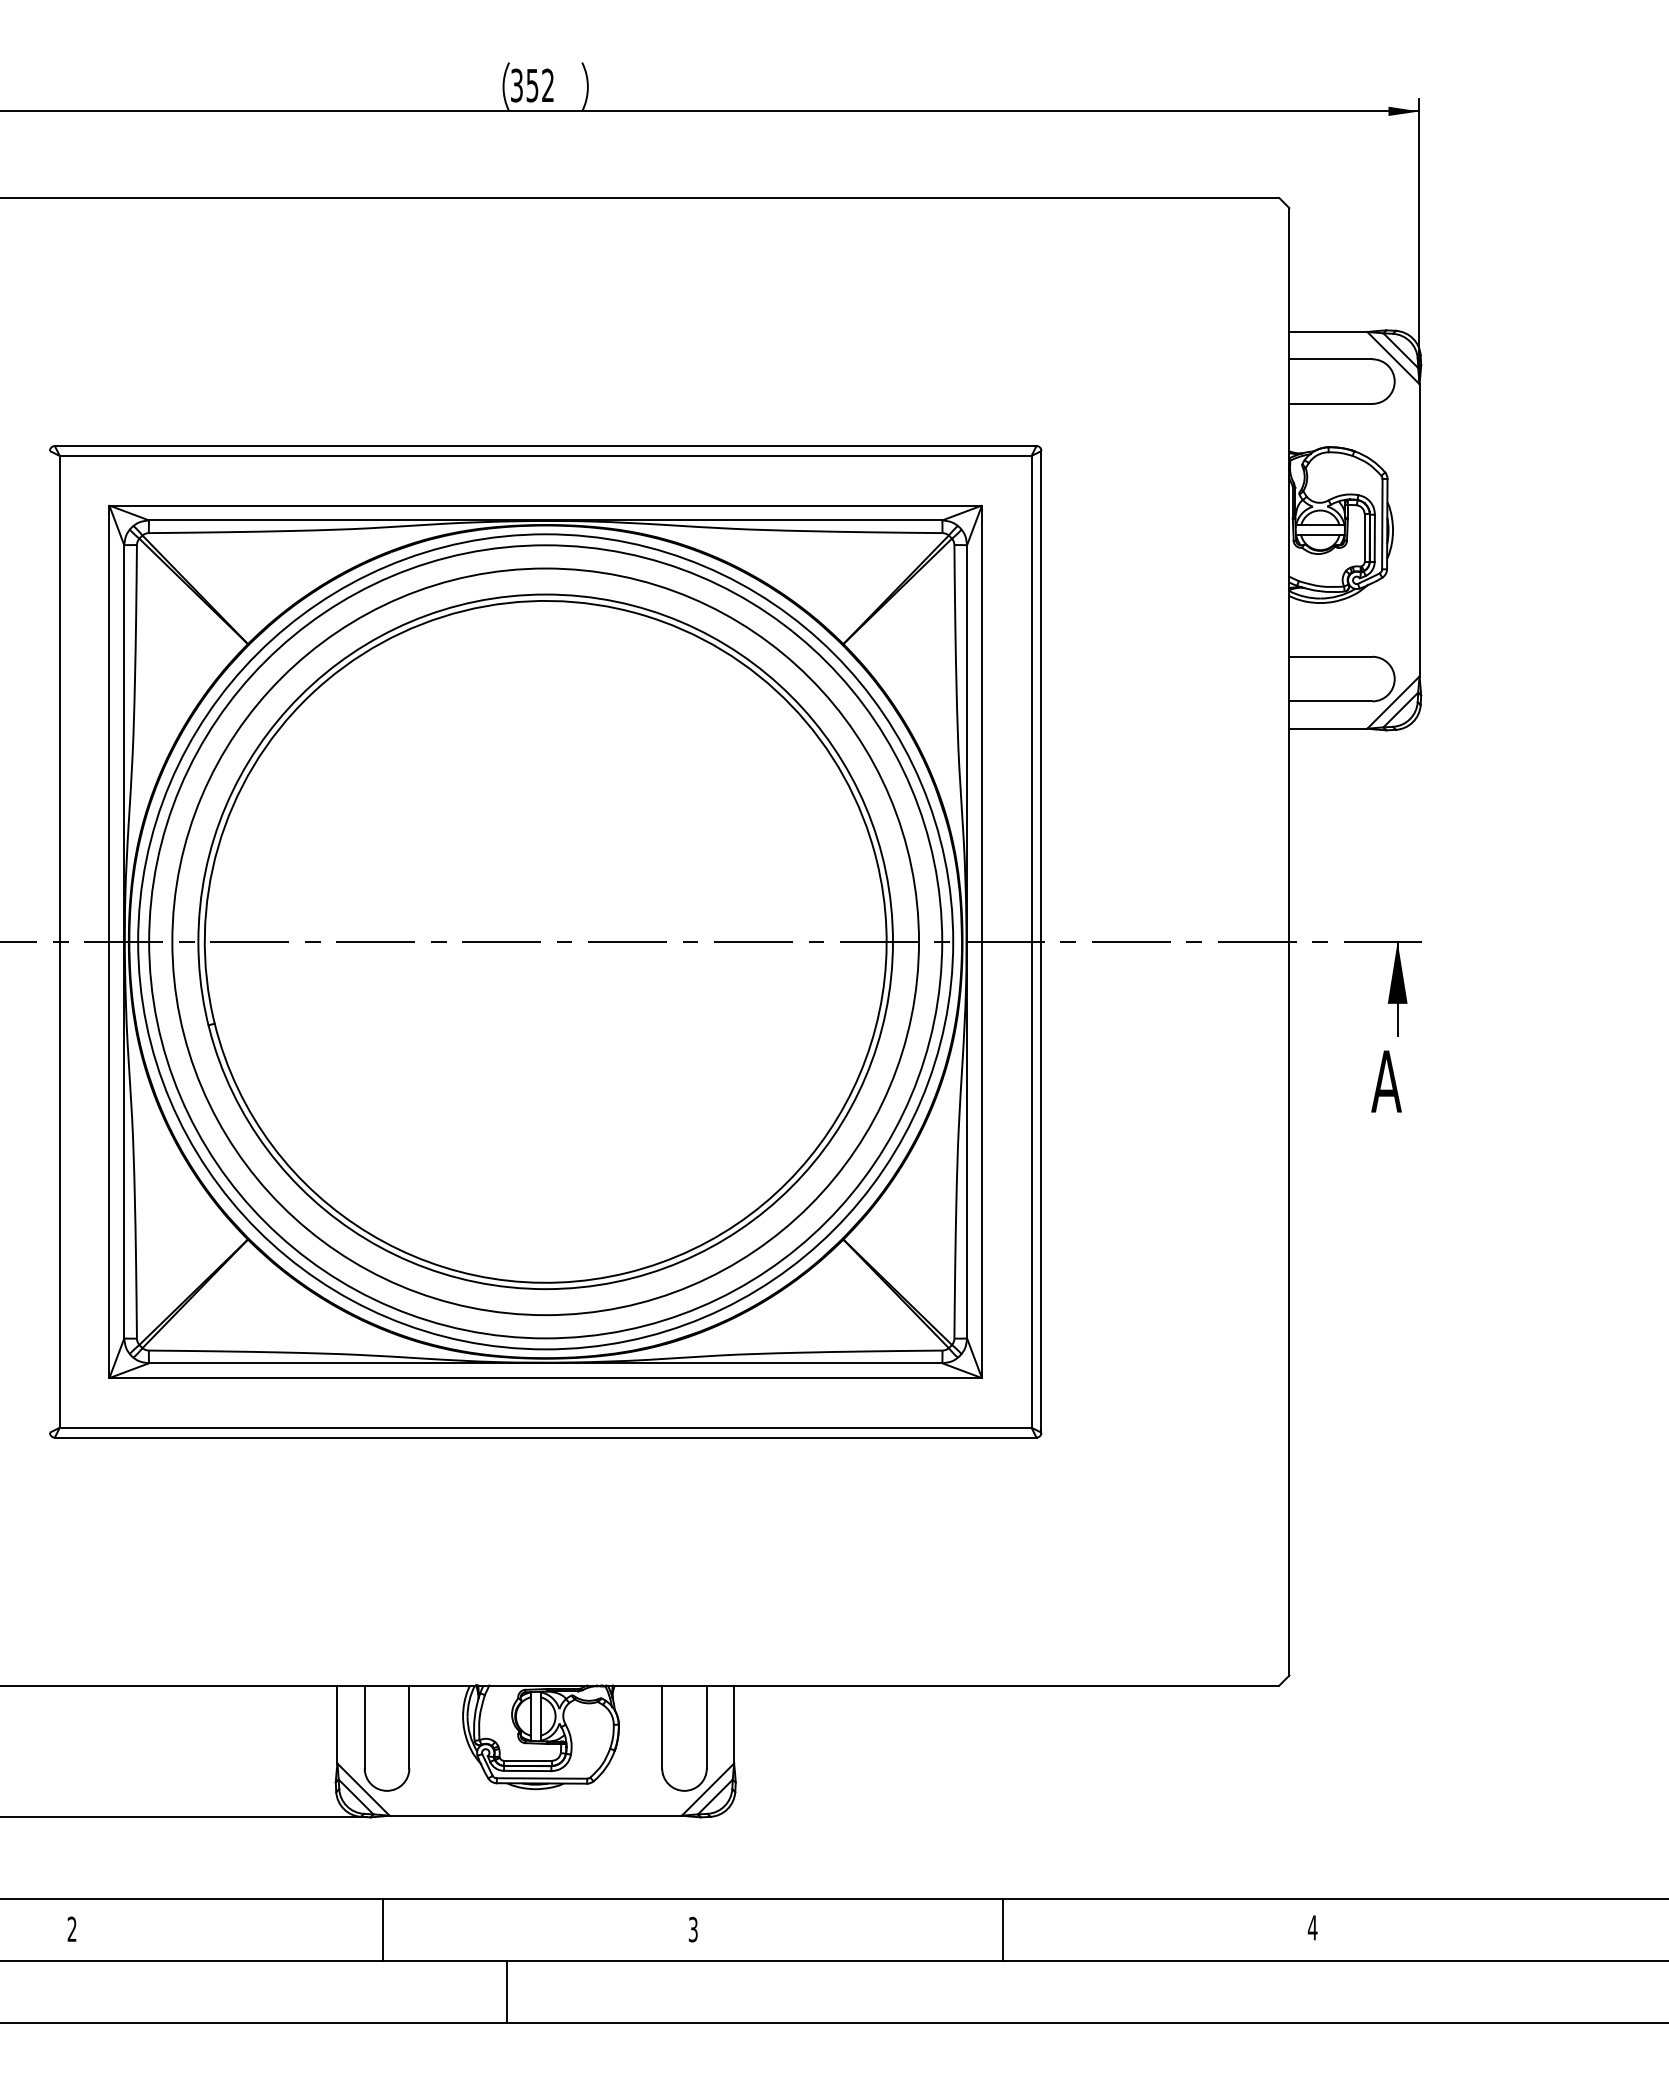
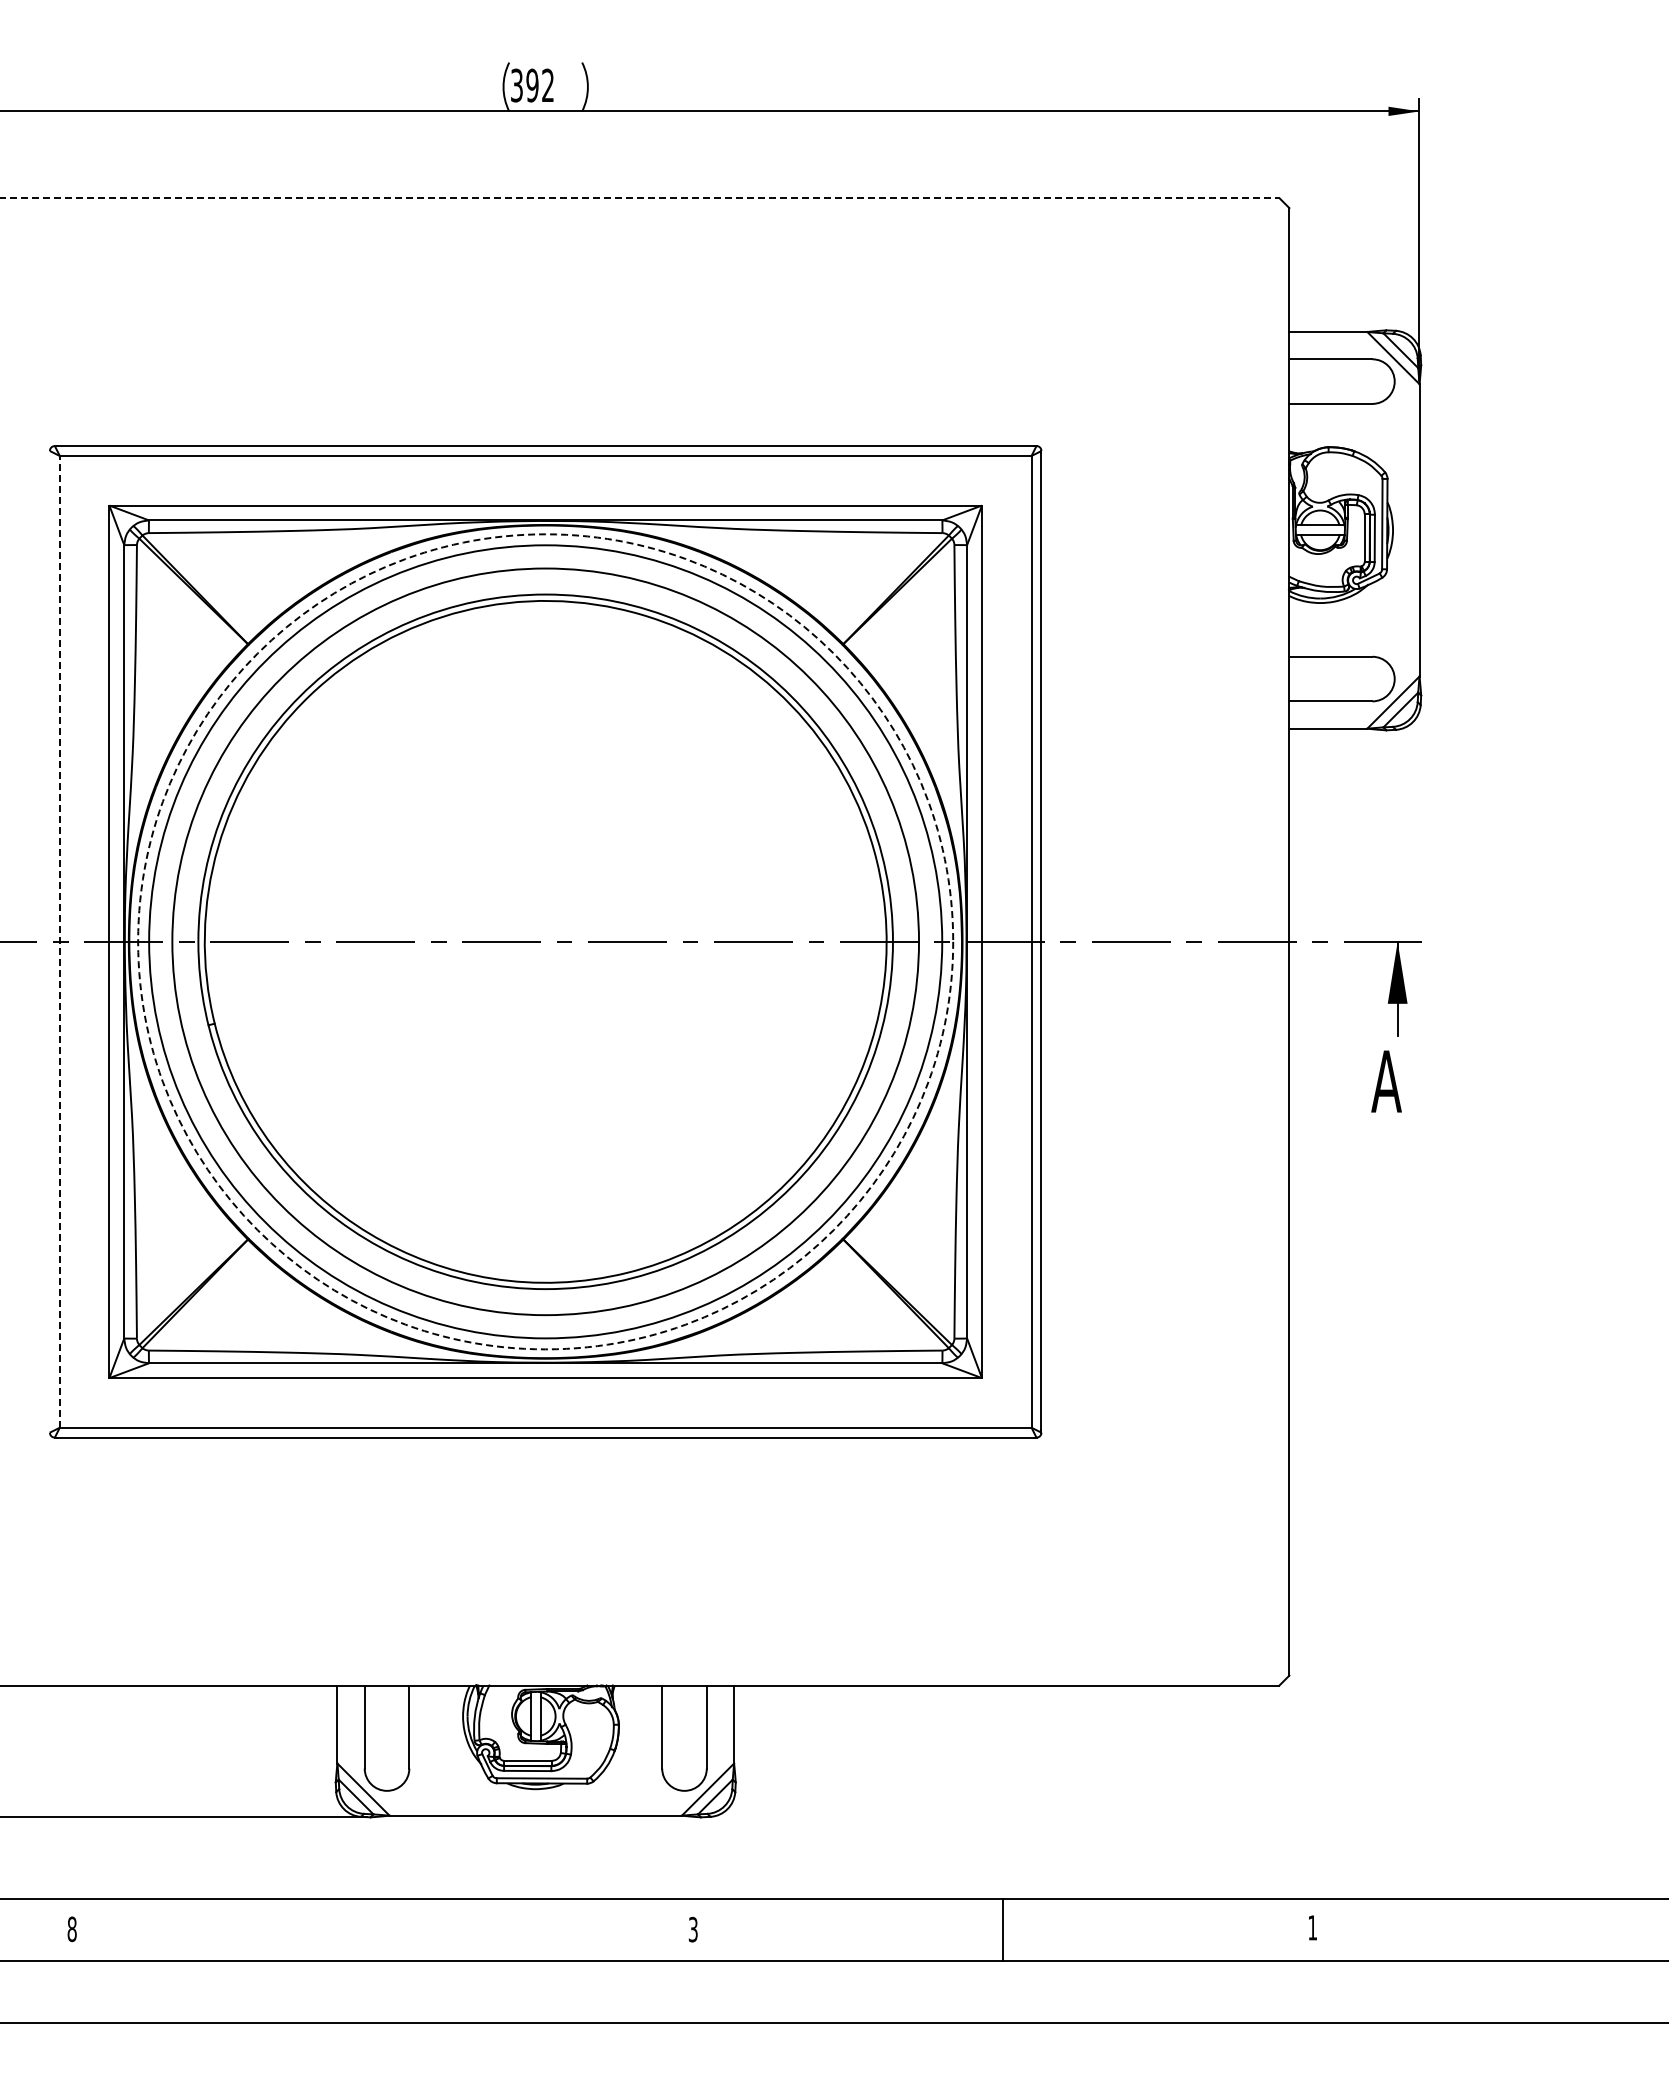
text at (532, 84): 352 -> 392
line at (640, 198): solid -> dashed
line at (59, 941): solid -> dashed
circle at (545, 941): solid -> dashed
text at (1312, 1927): 4 -> 1
text at (71, 1929): 2 -> 8
line at (382, 1930): present -> none
line at (506, 1992): present -> none
